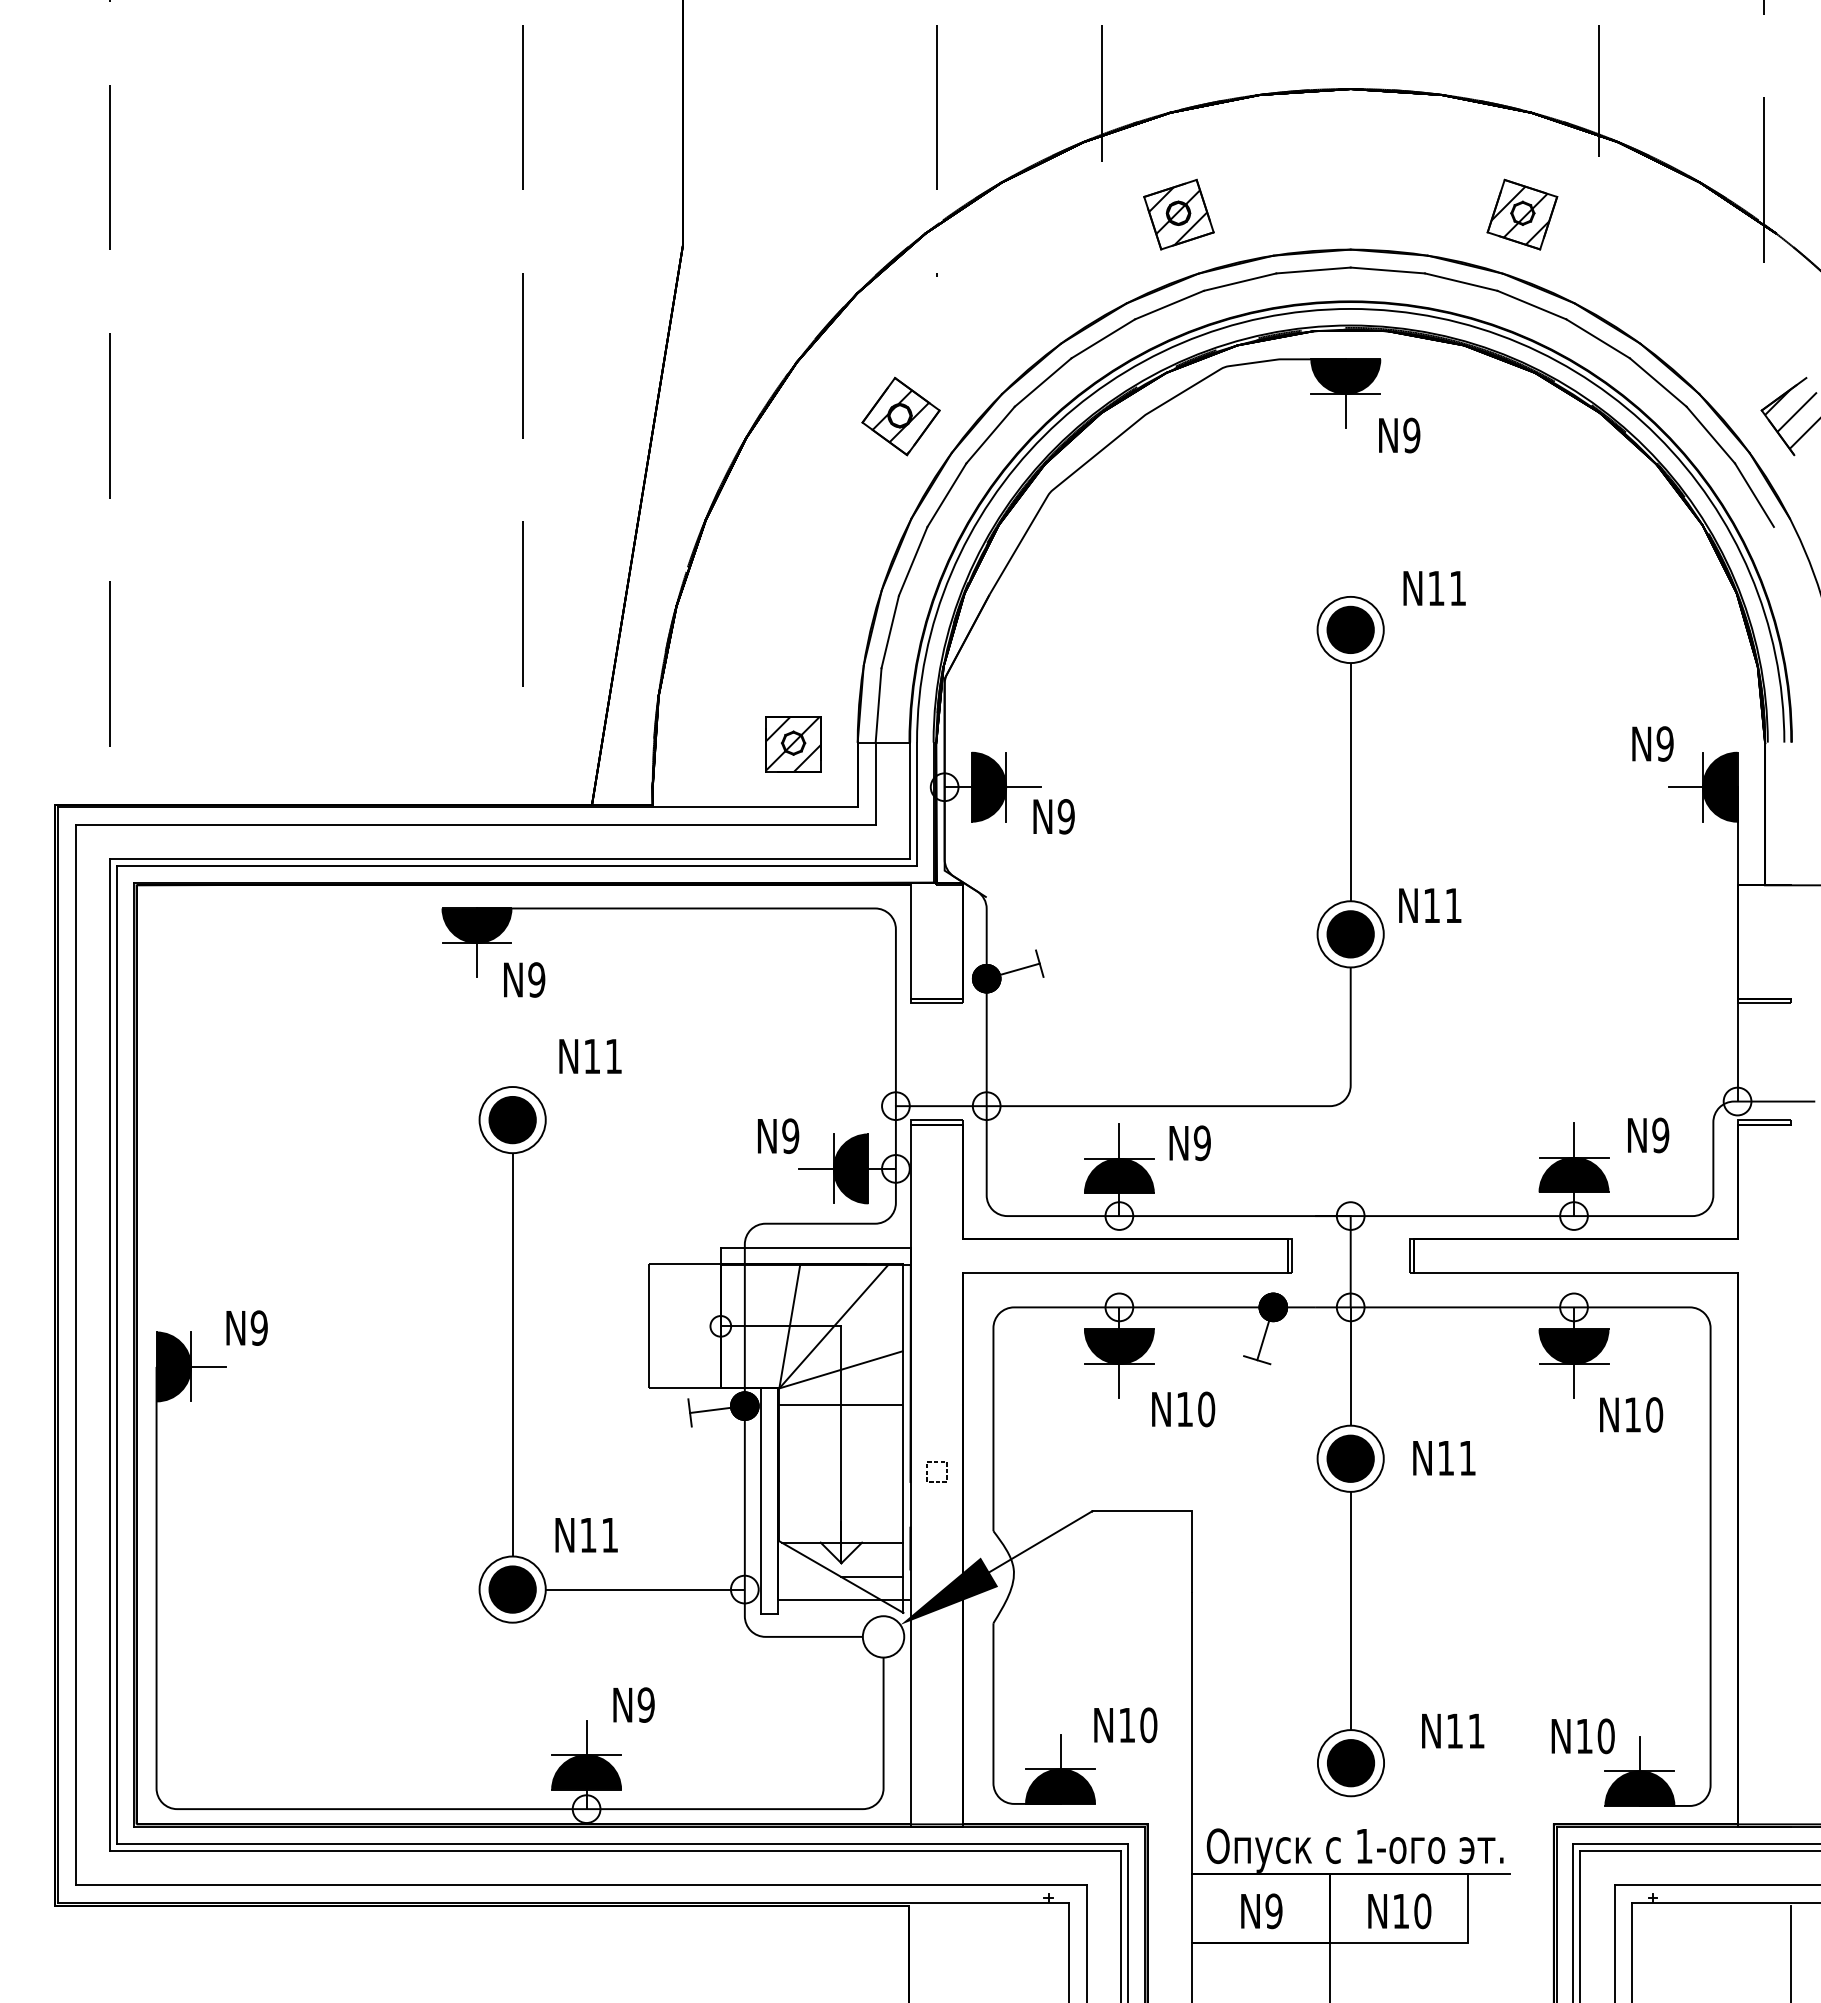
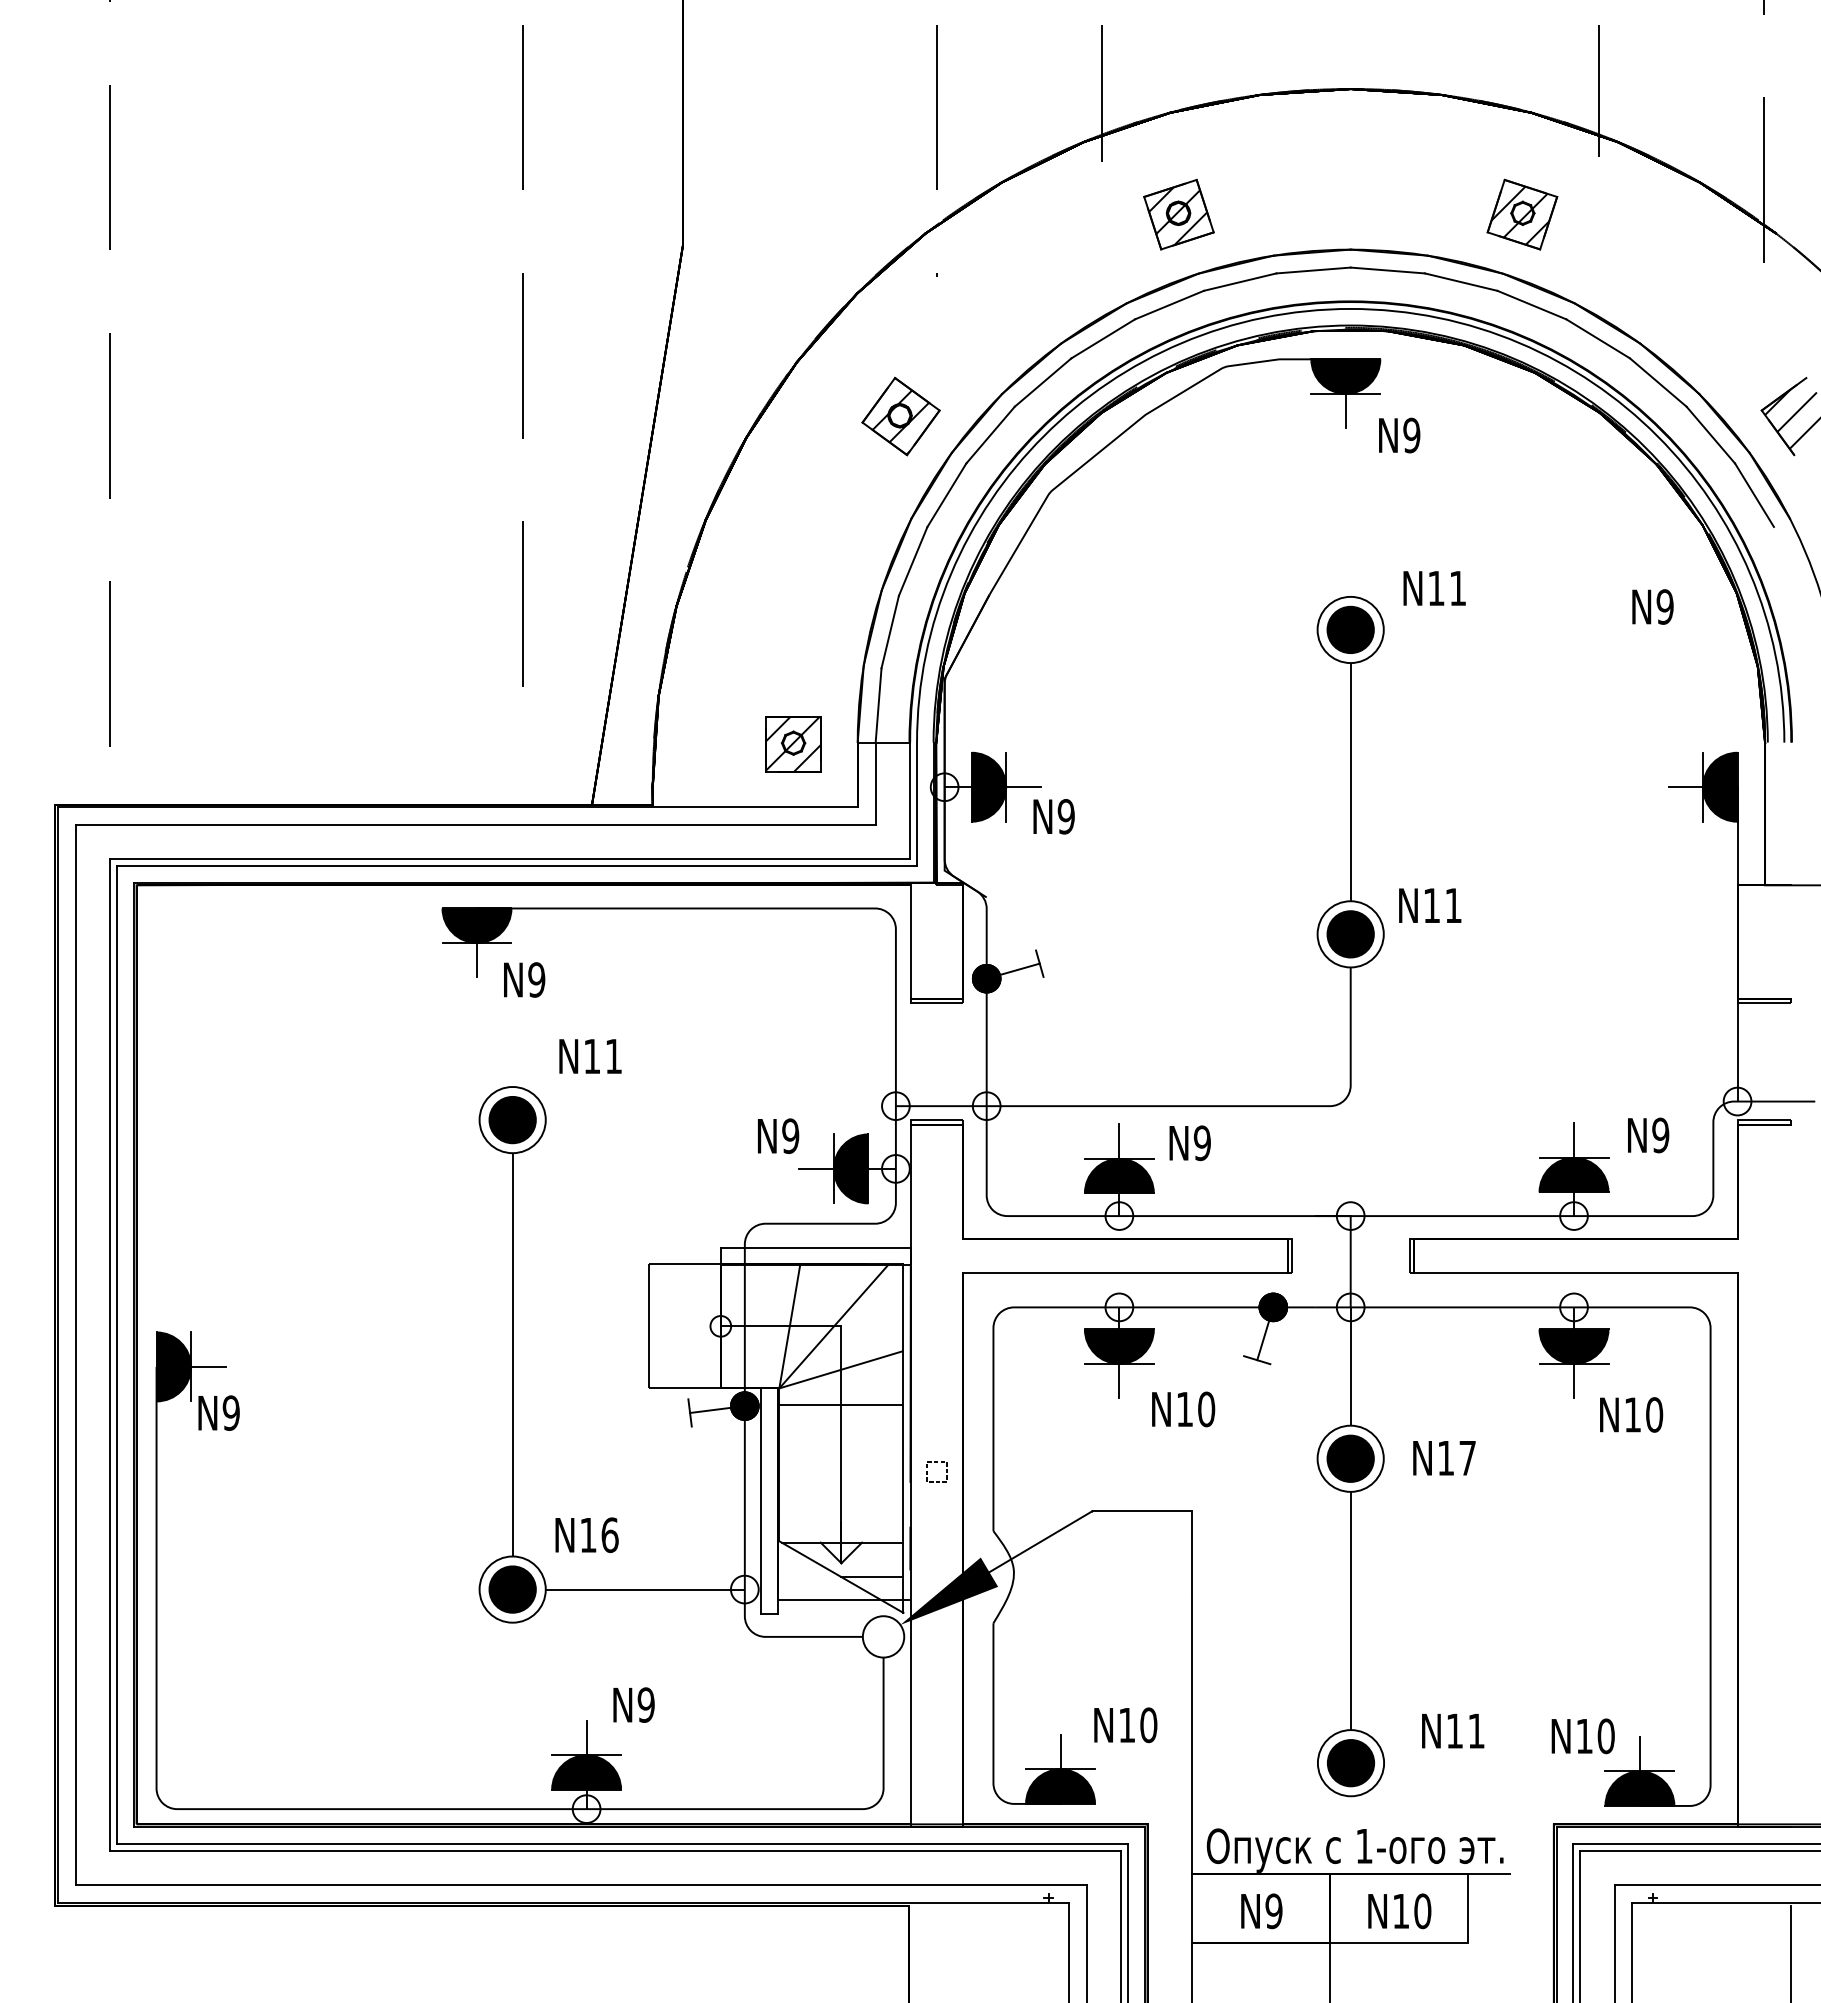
text at (1652, 743) position: (1652, 743) -> (1652, 606)
text at (246, 1327) position: (246, 1327) -> (218, 1412)
text at (1467, 1458): N11 -> N17
text at (609, 1535): N11 -> N16
